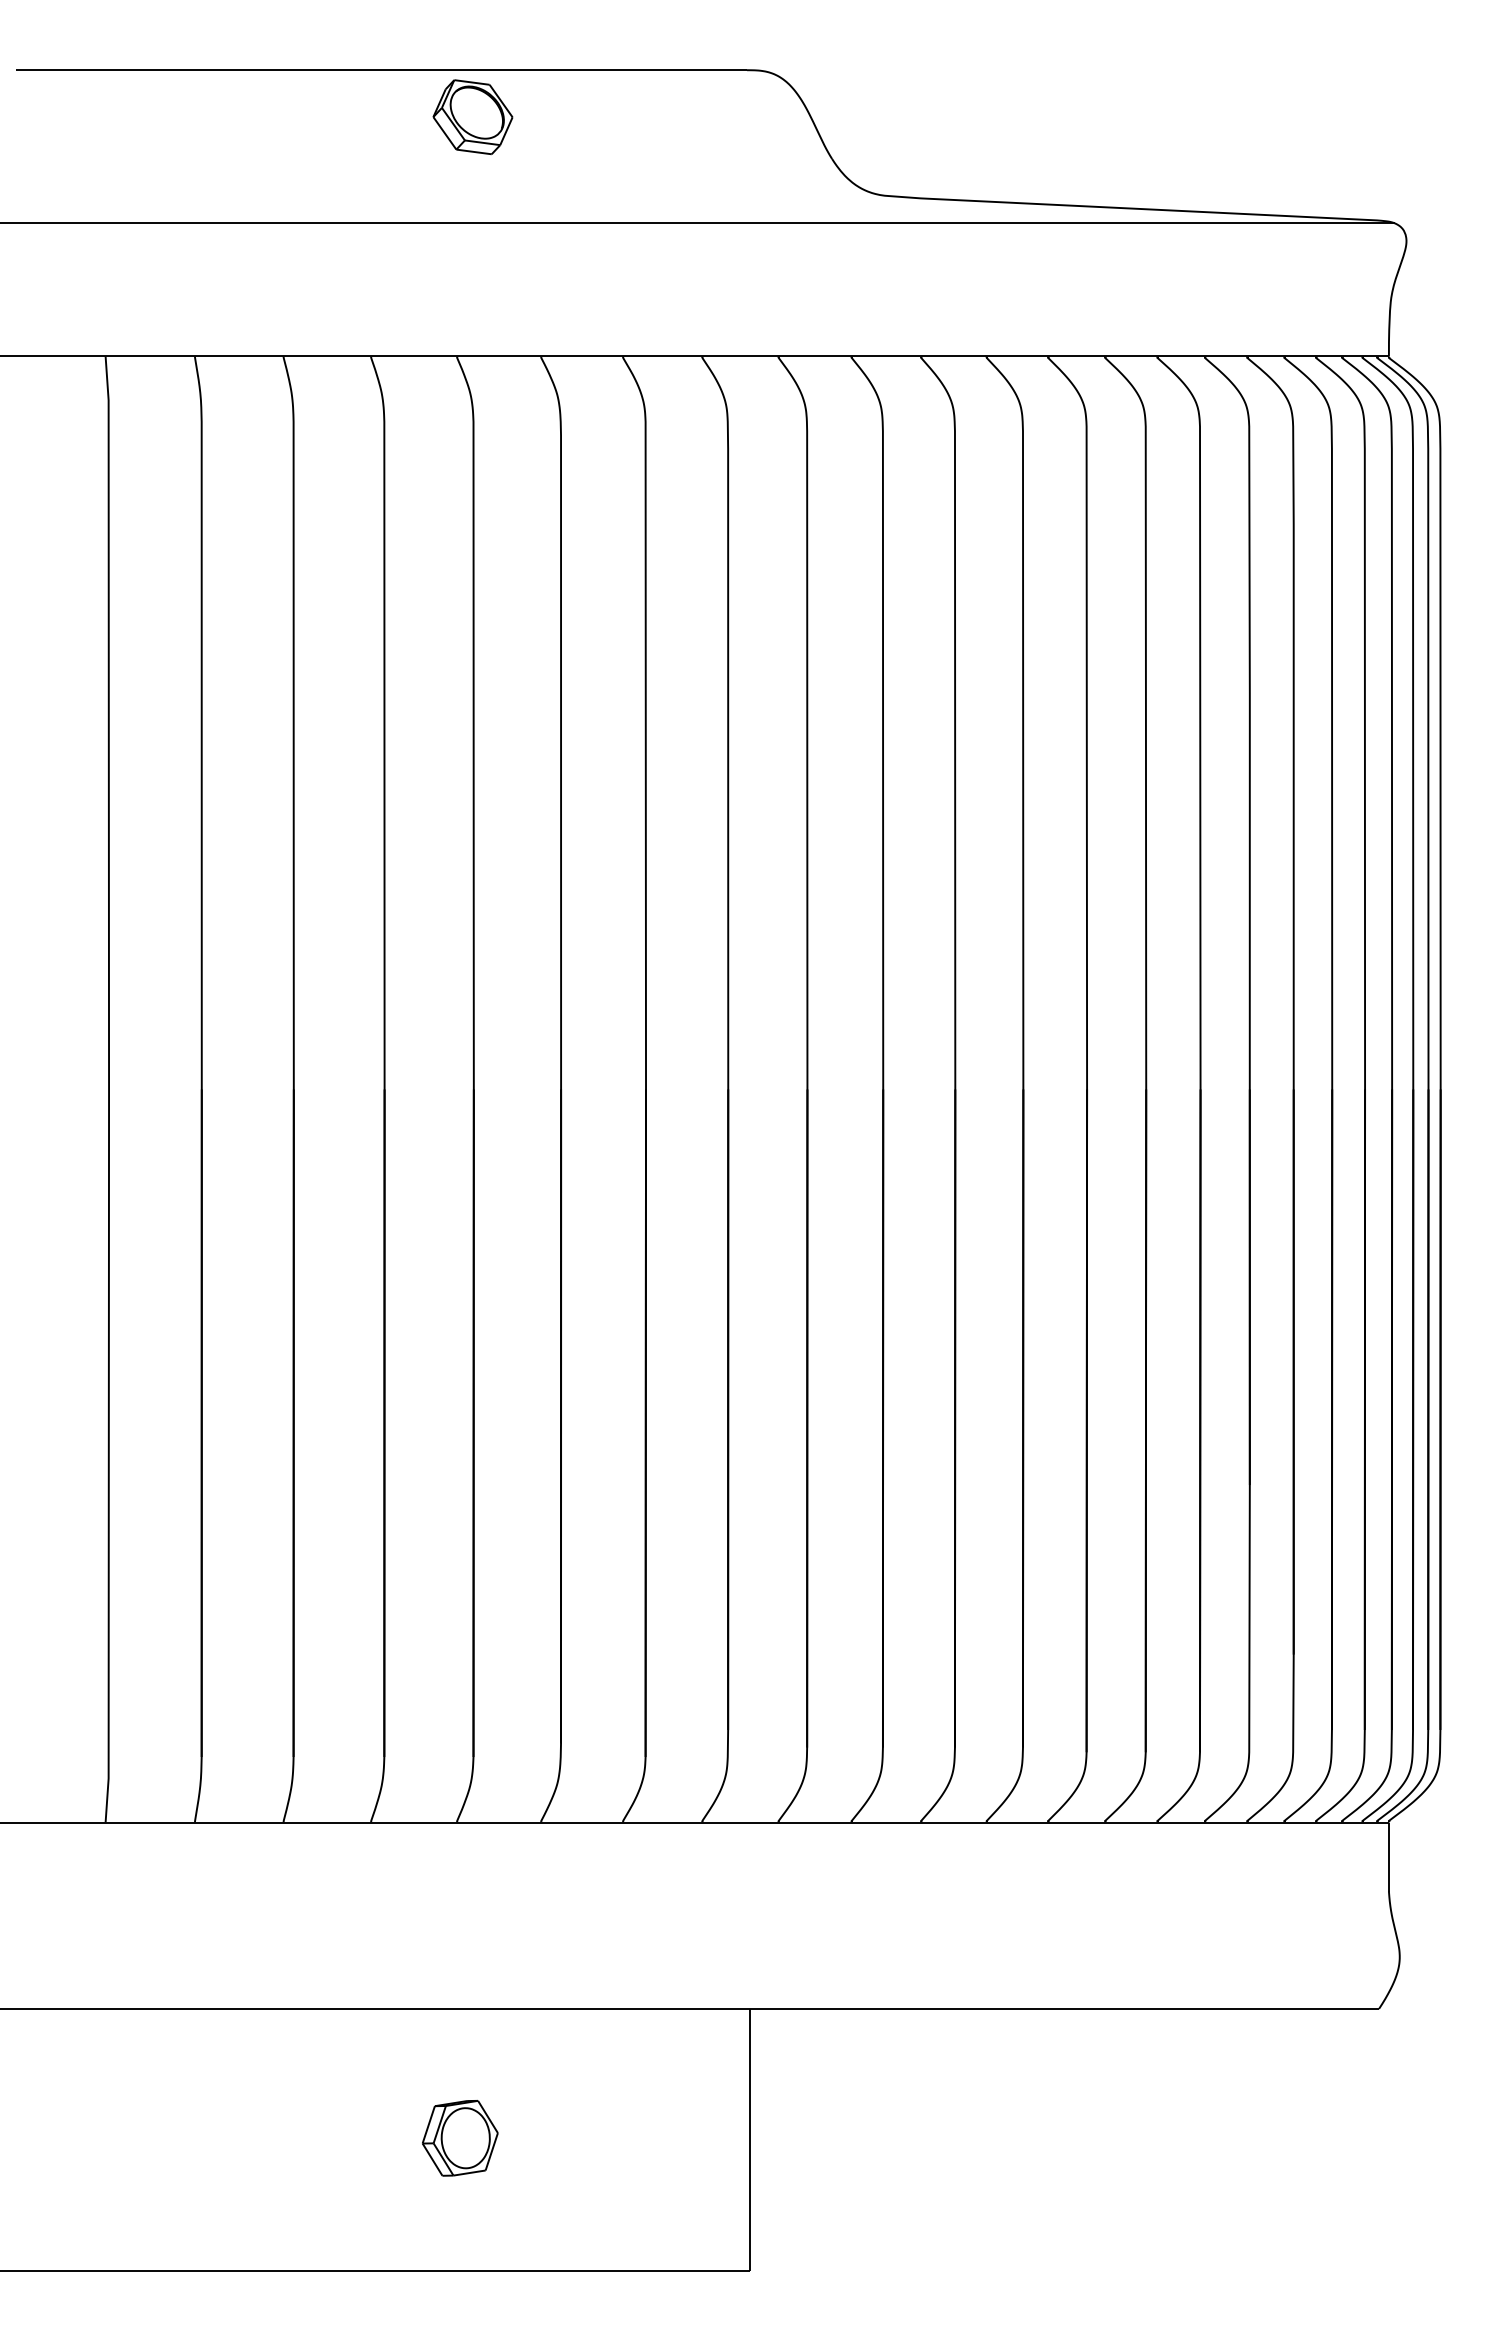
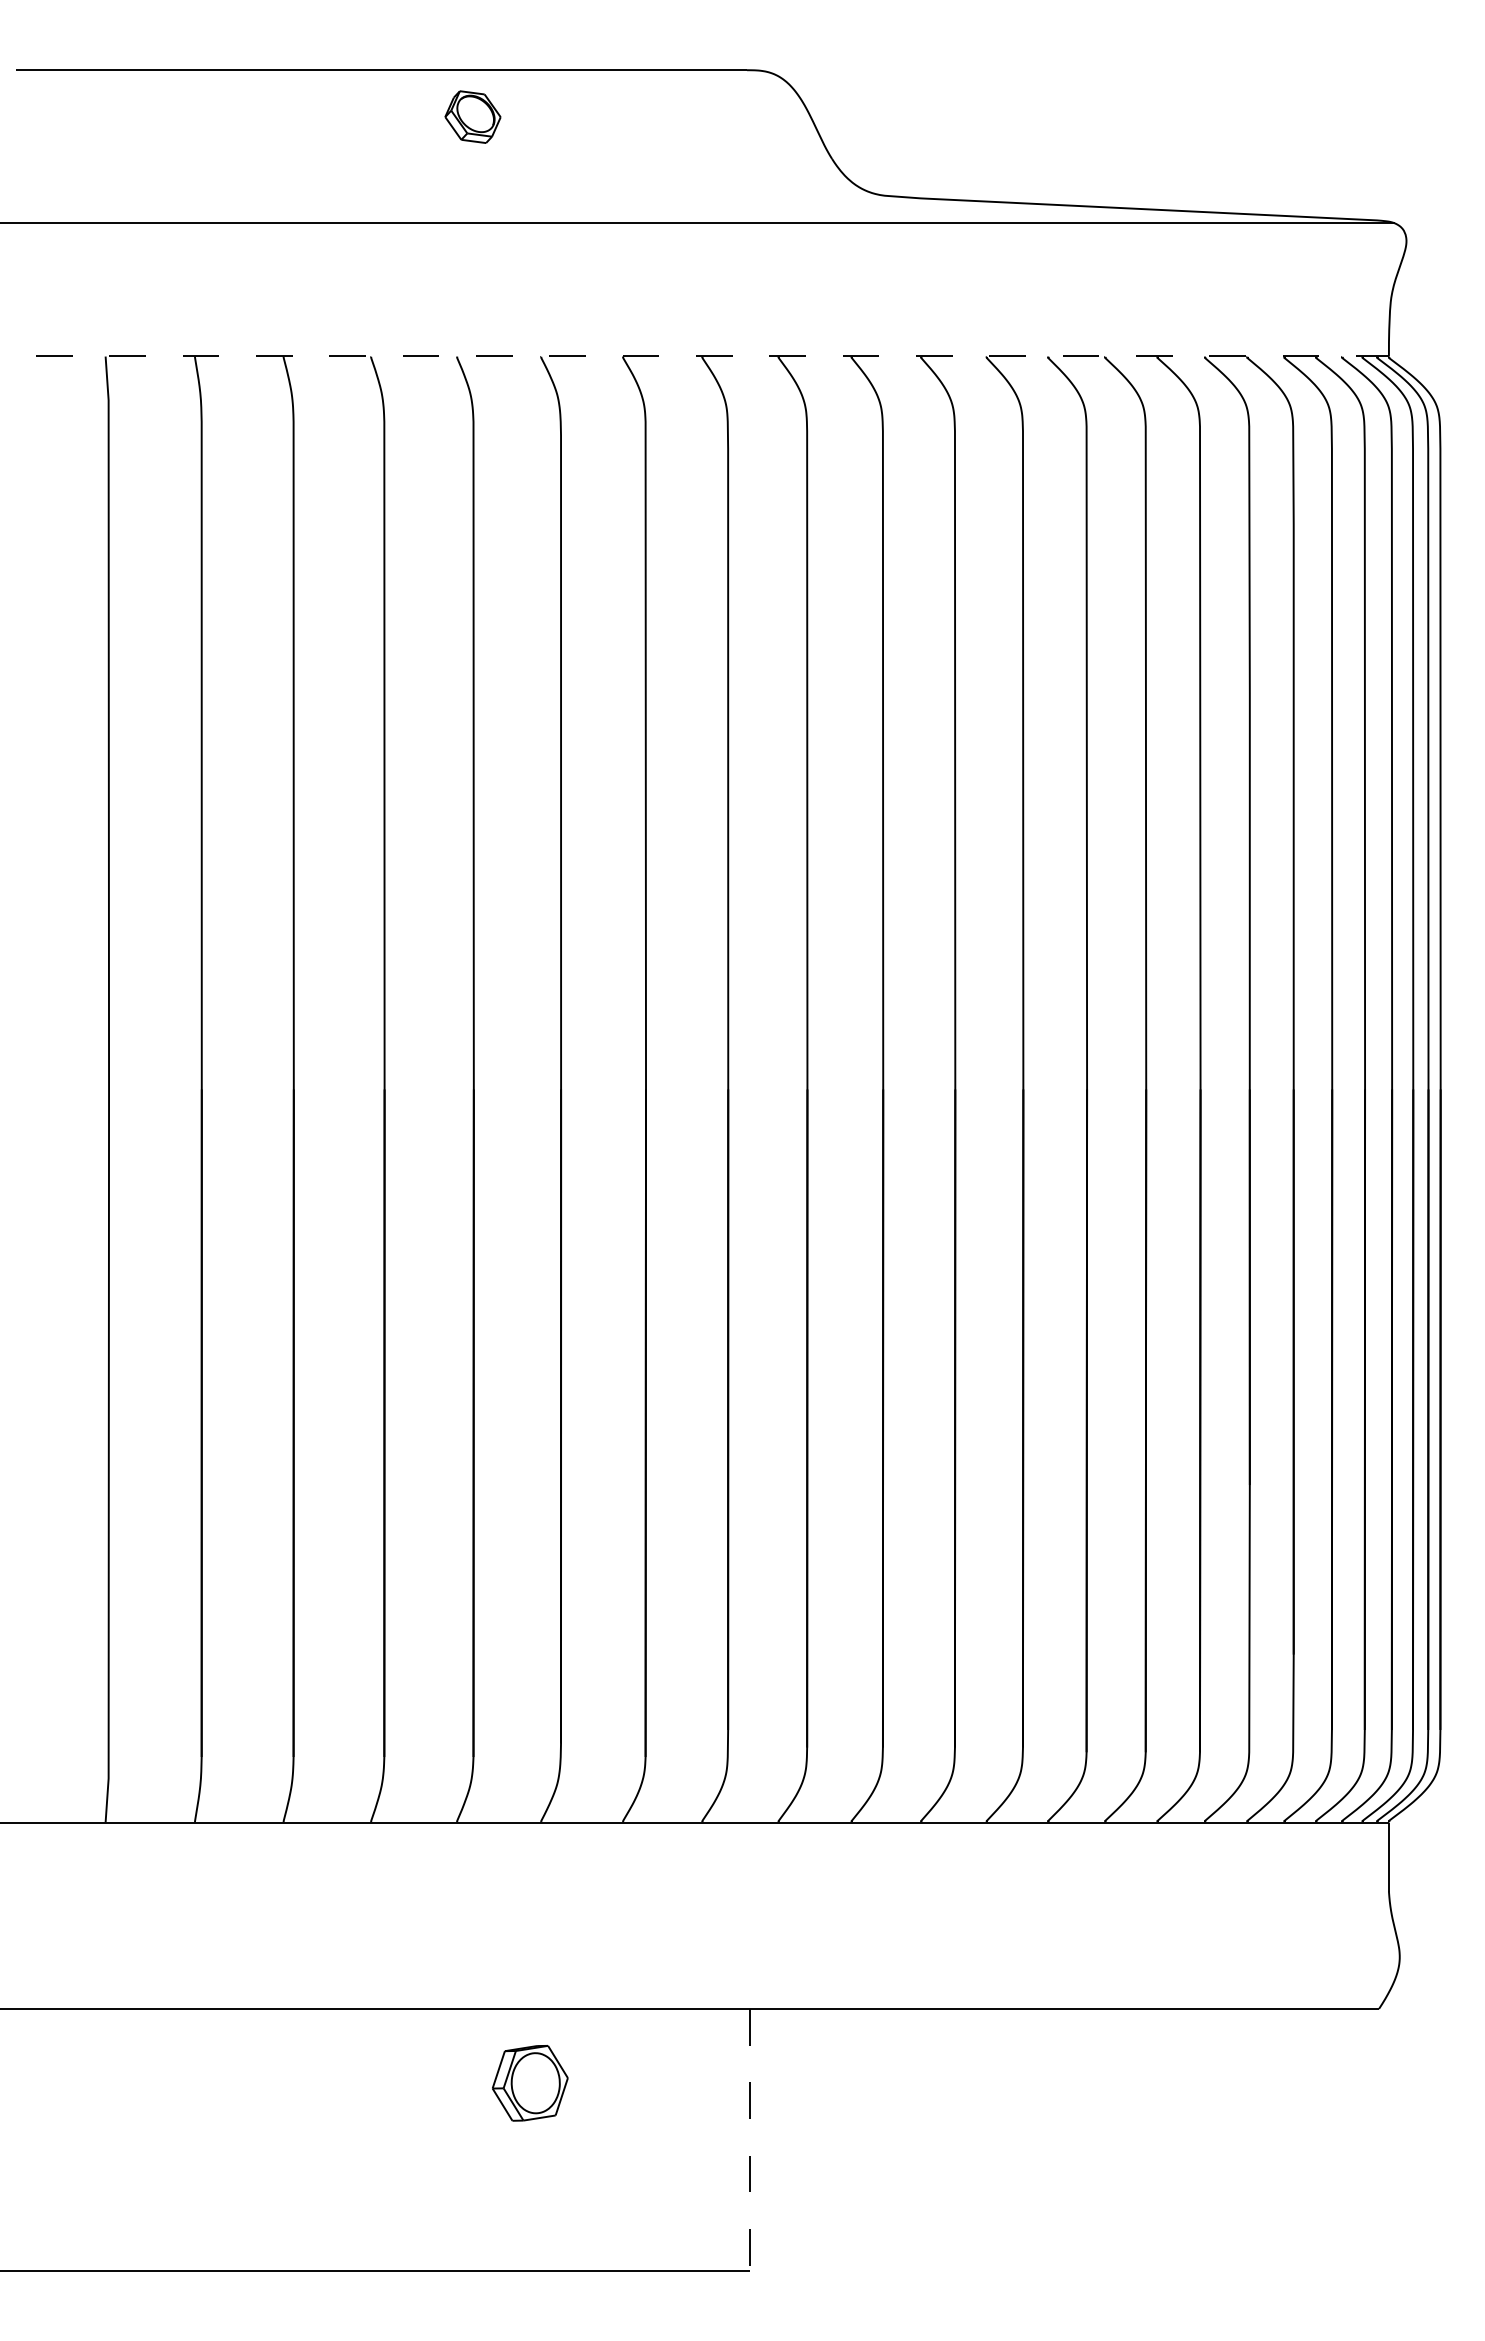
part at (472, 116) size: 82x76 px -> 58x54 px
line at (695, 356): solid -> dashed
part at (460, 2138) position: (460, 2138) -> (530, 2083)
line at (749, 2139): solid -> dashed
